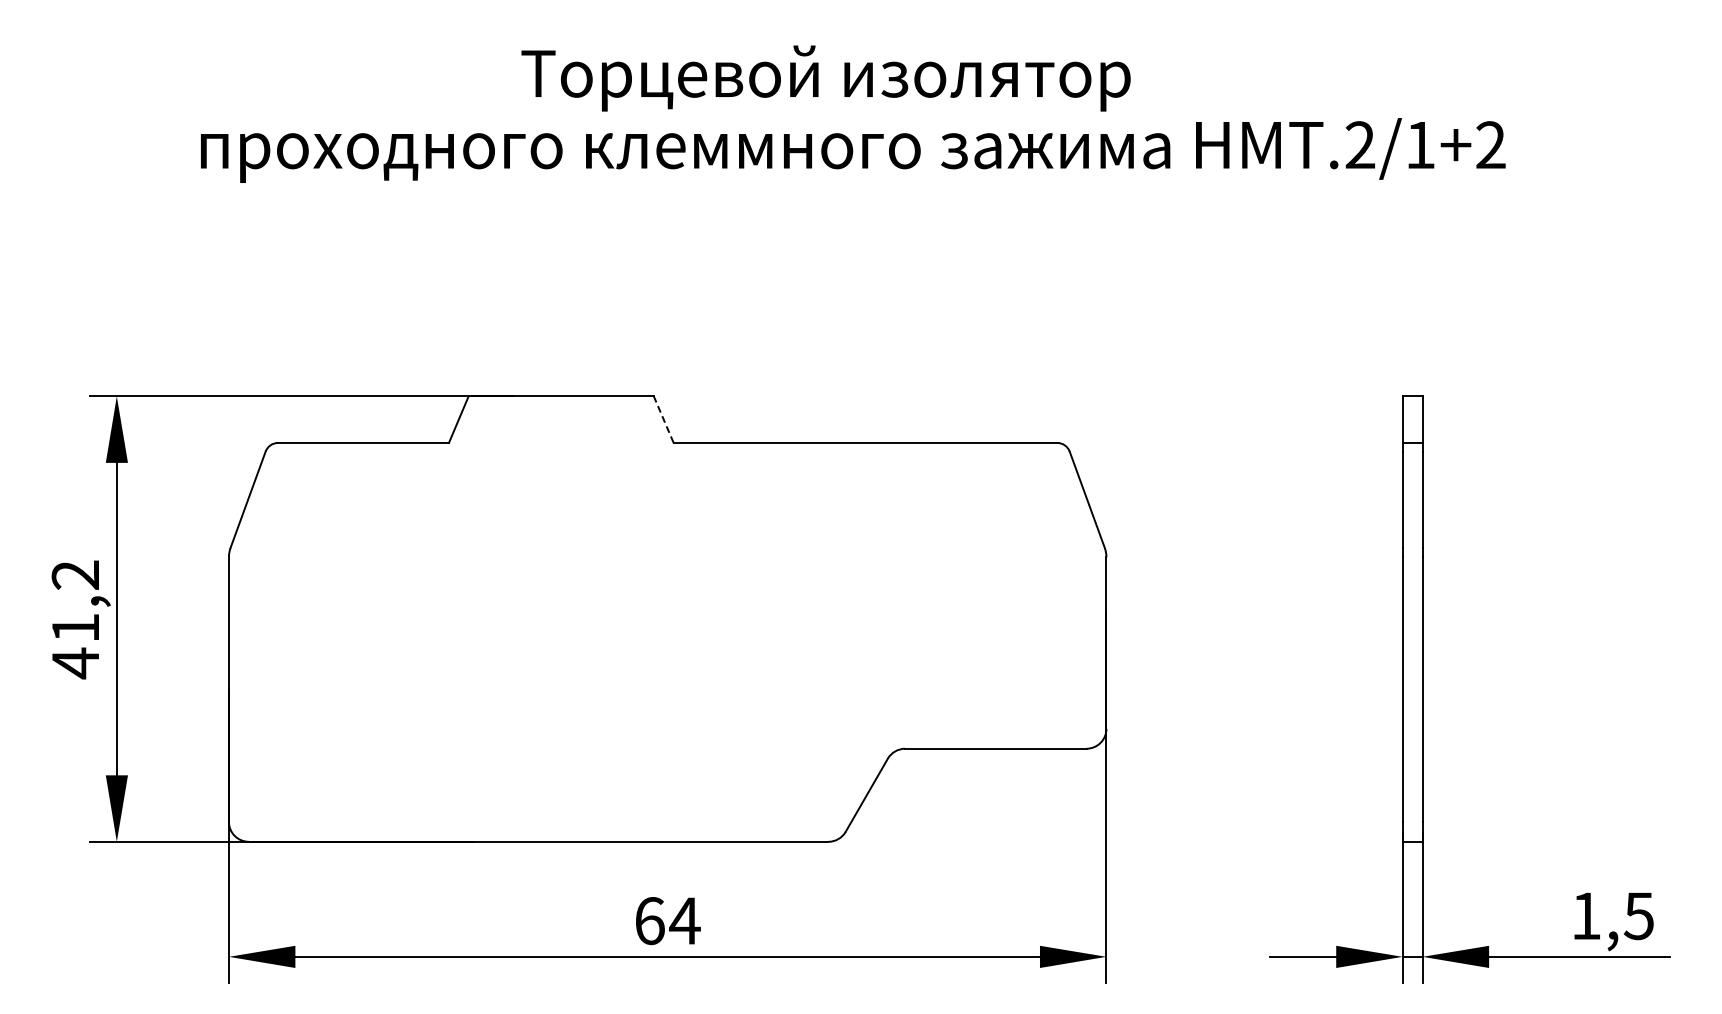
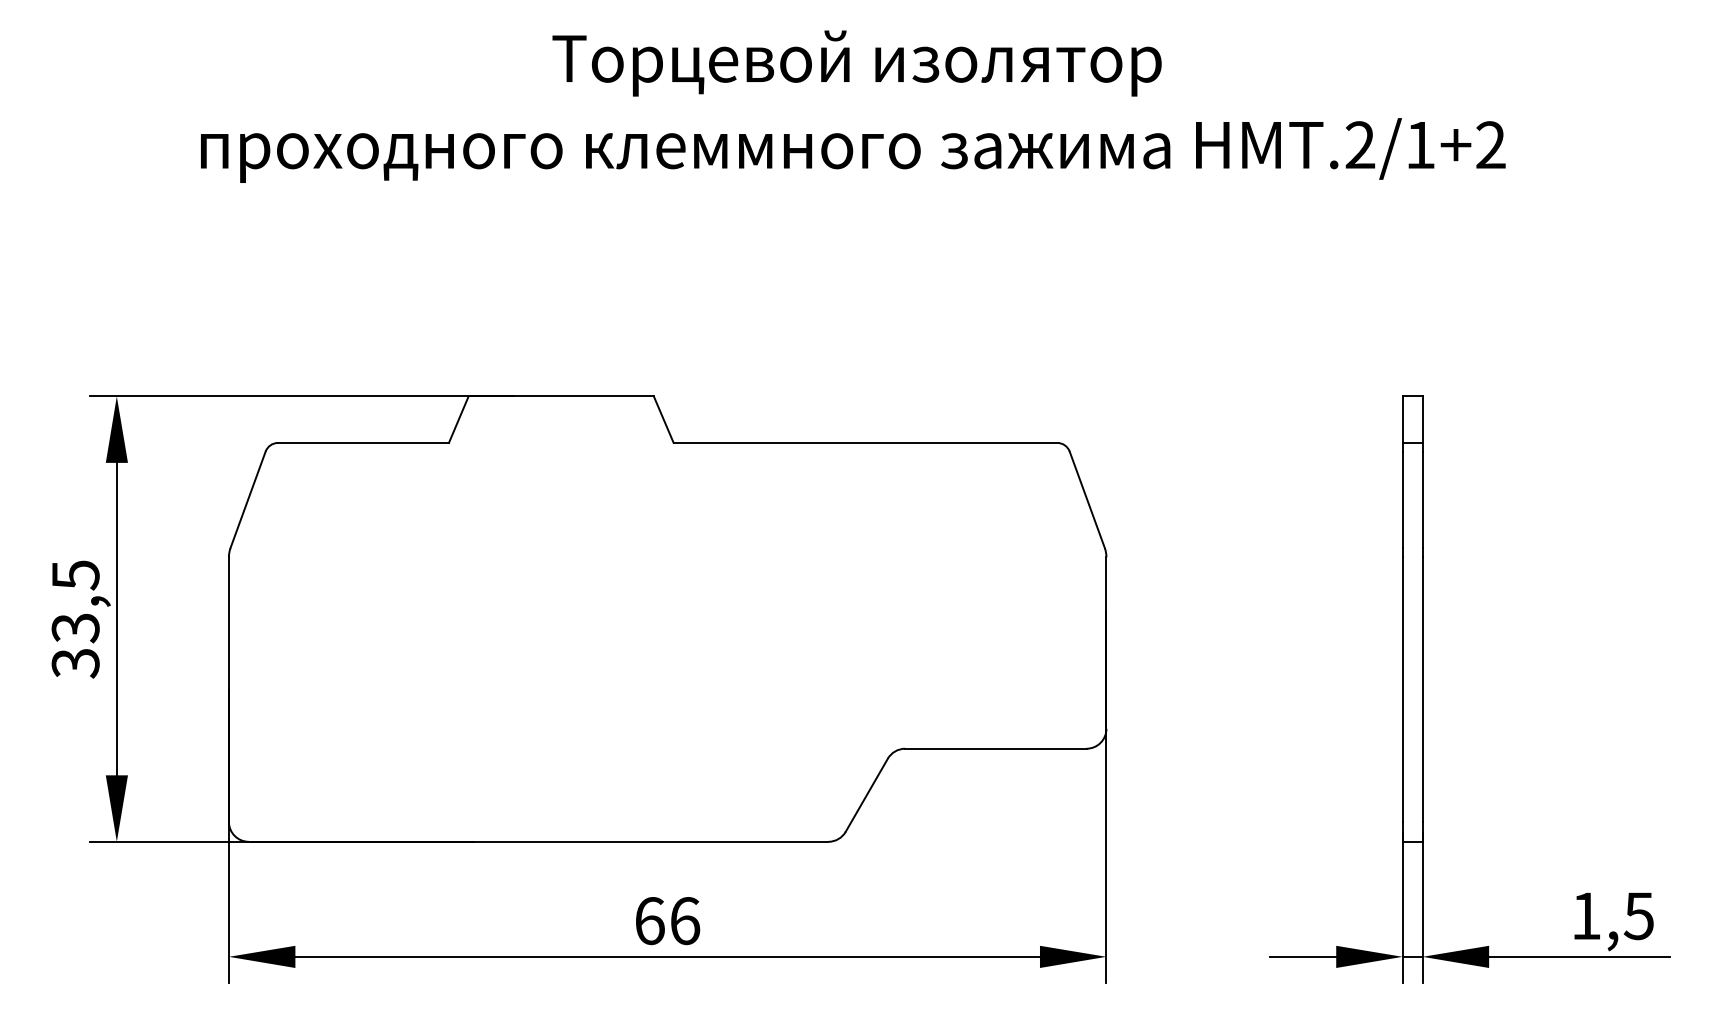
text at (825, 78) position: (825, 78) -> (856, 63)
line at (663, 419): dashed -> solid
text at (75, 619): 41,2 -> 33,5
text at (684, 921): 64 -> 66
